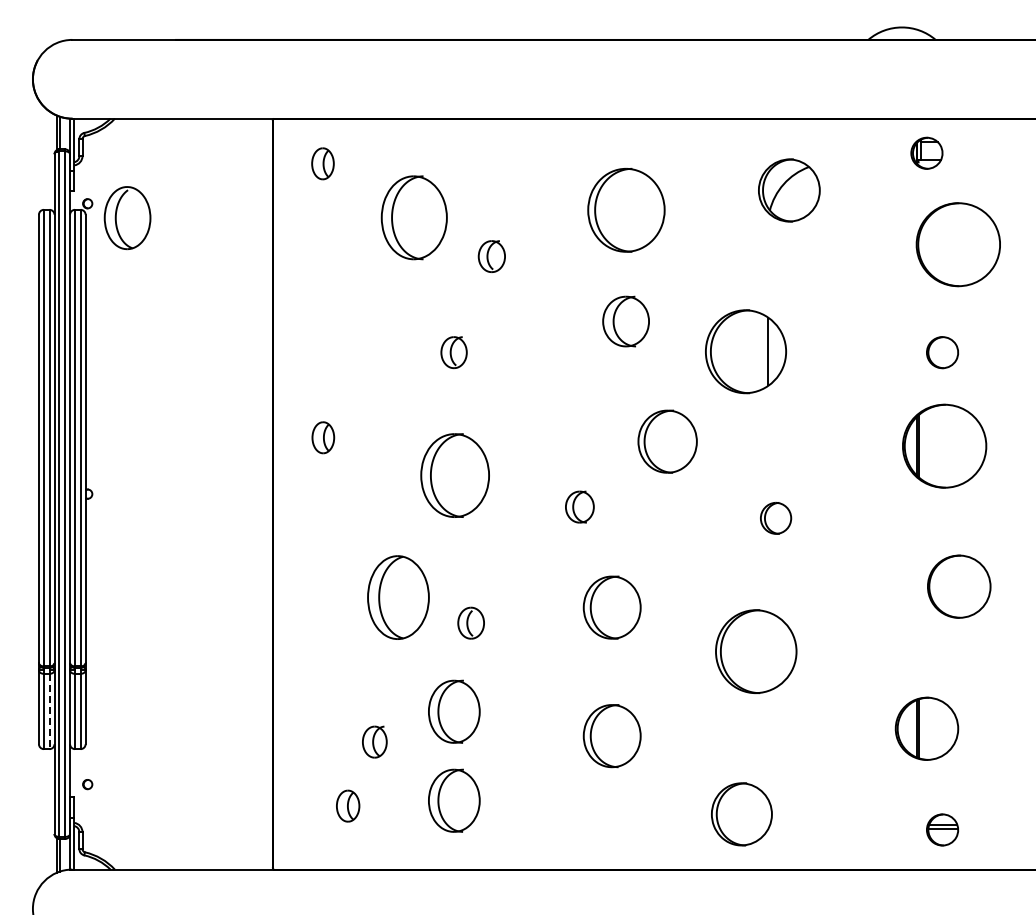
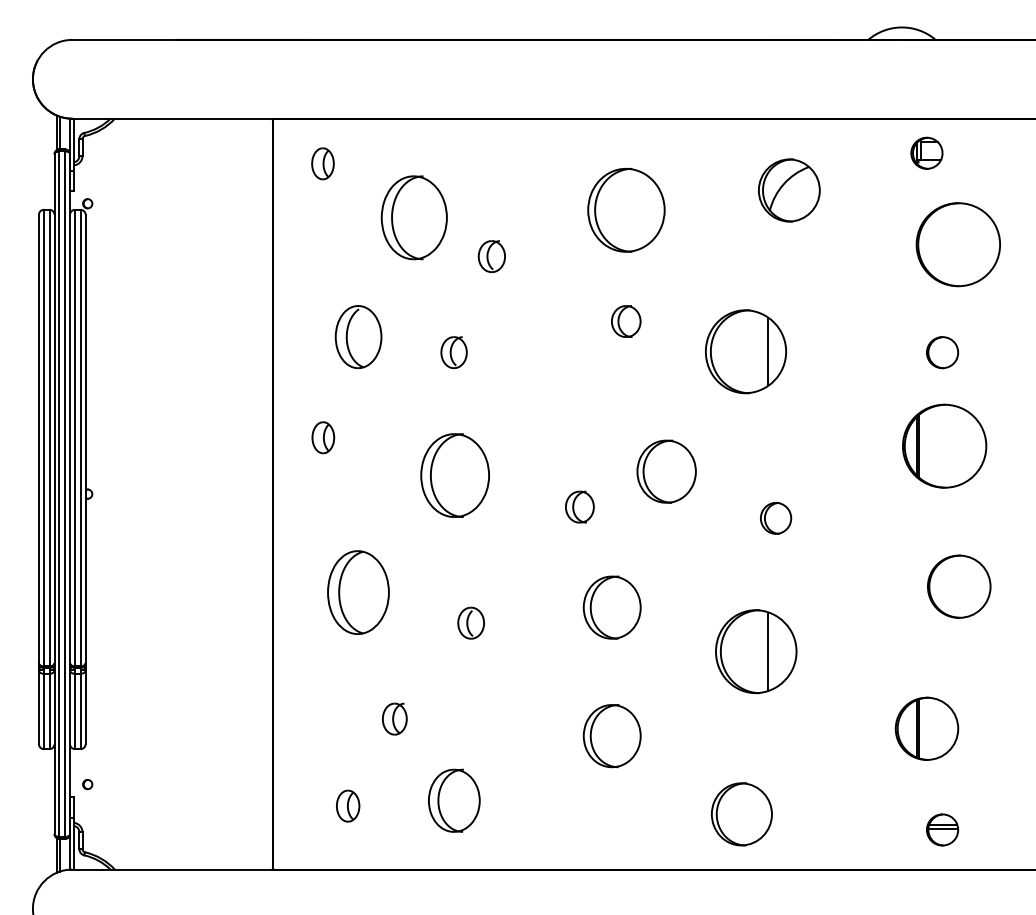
part at (127, 218) position: (127, 218) -> (358, 337)
part at (625, 321) size: 48x53 px -> 31x33 px
part at (667, 441) position: (667, 441) -> (666, 471)
part at (398, 597) position: (398, 597) -> (358, 592)
line at (768, 651): none -> present
line at (49, 711): dashed -> solid
part at (454, 711): present -> none
part at (374, 741) position: (374, 741) -> (394, 718)
